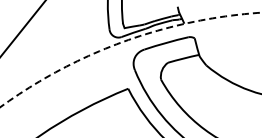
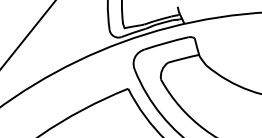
line at (23, 28) position: (23, 28) -> (28, 34)
circle at (130, 59): dashed -> solid
